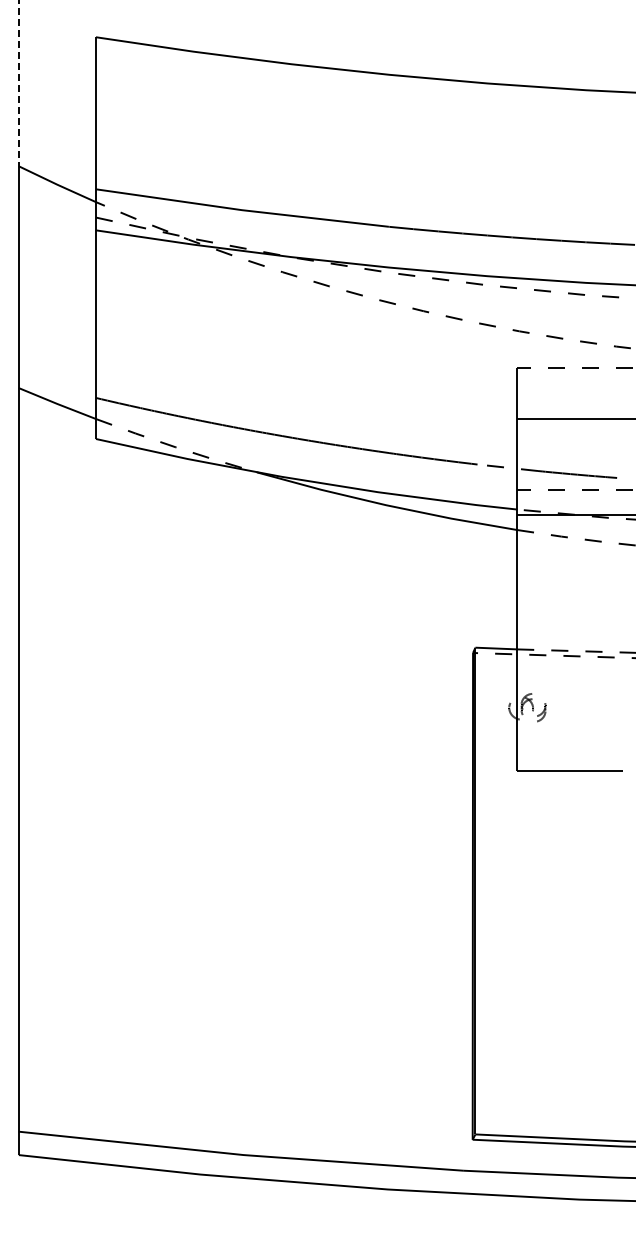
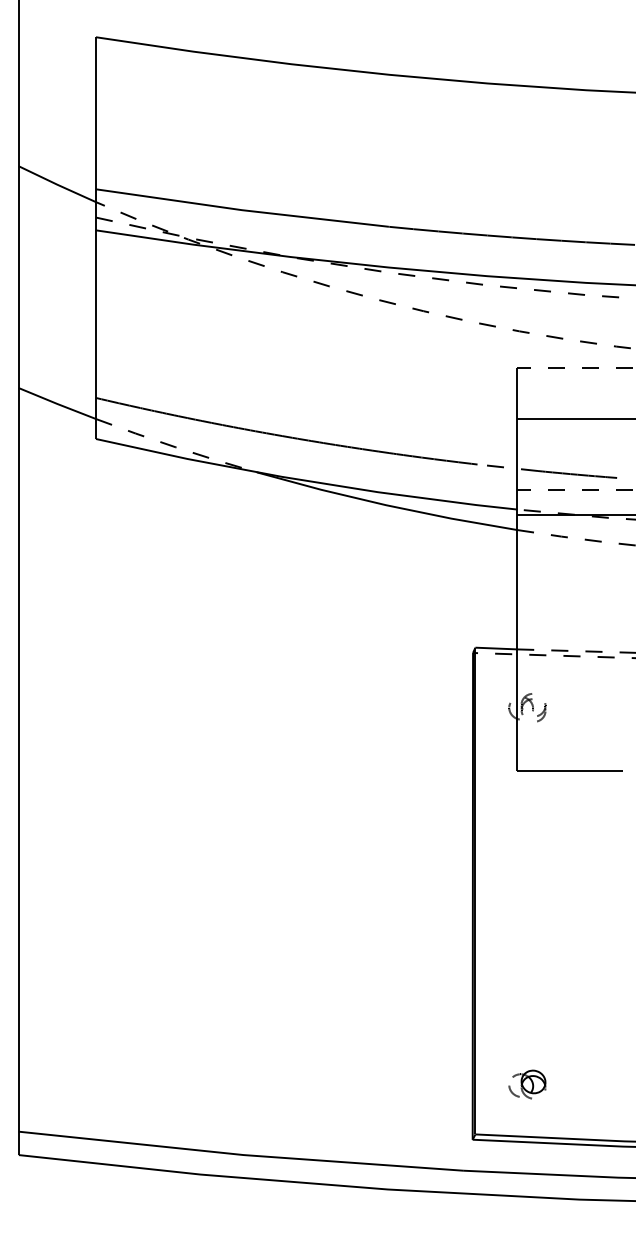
line at (18, 83): dashed -> solid
part at (527, 1084): none -> present
